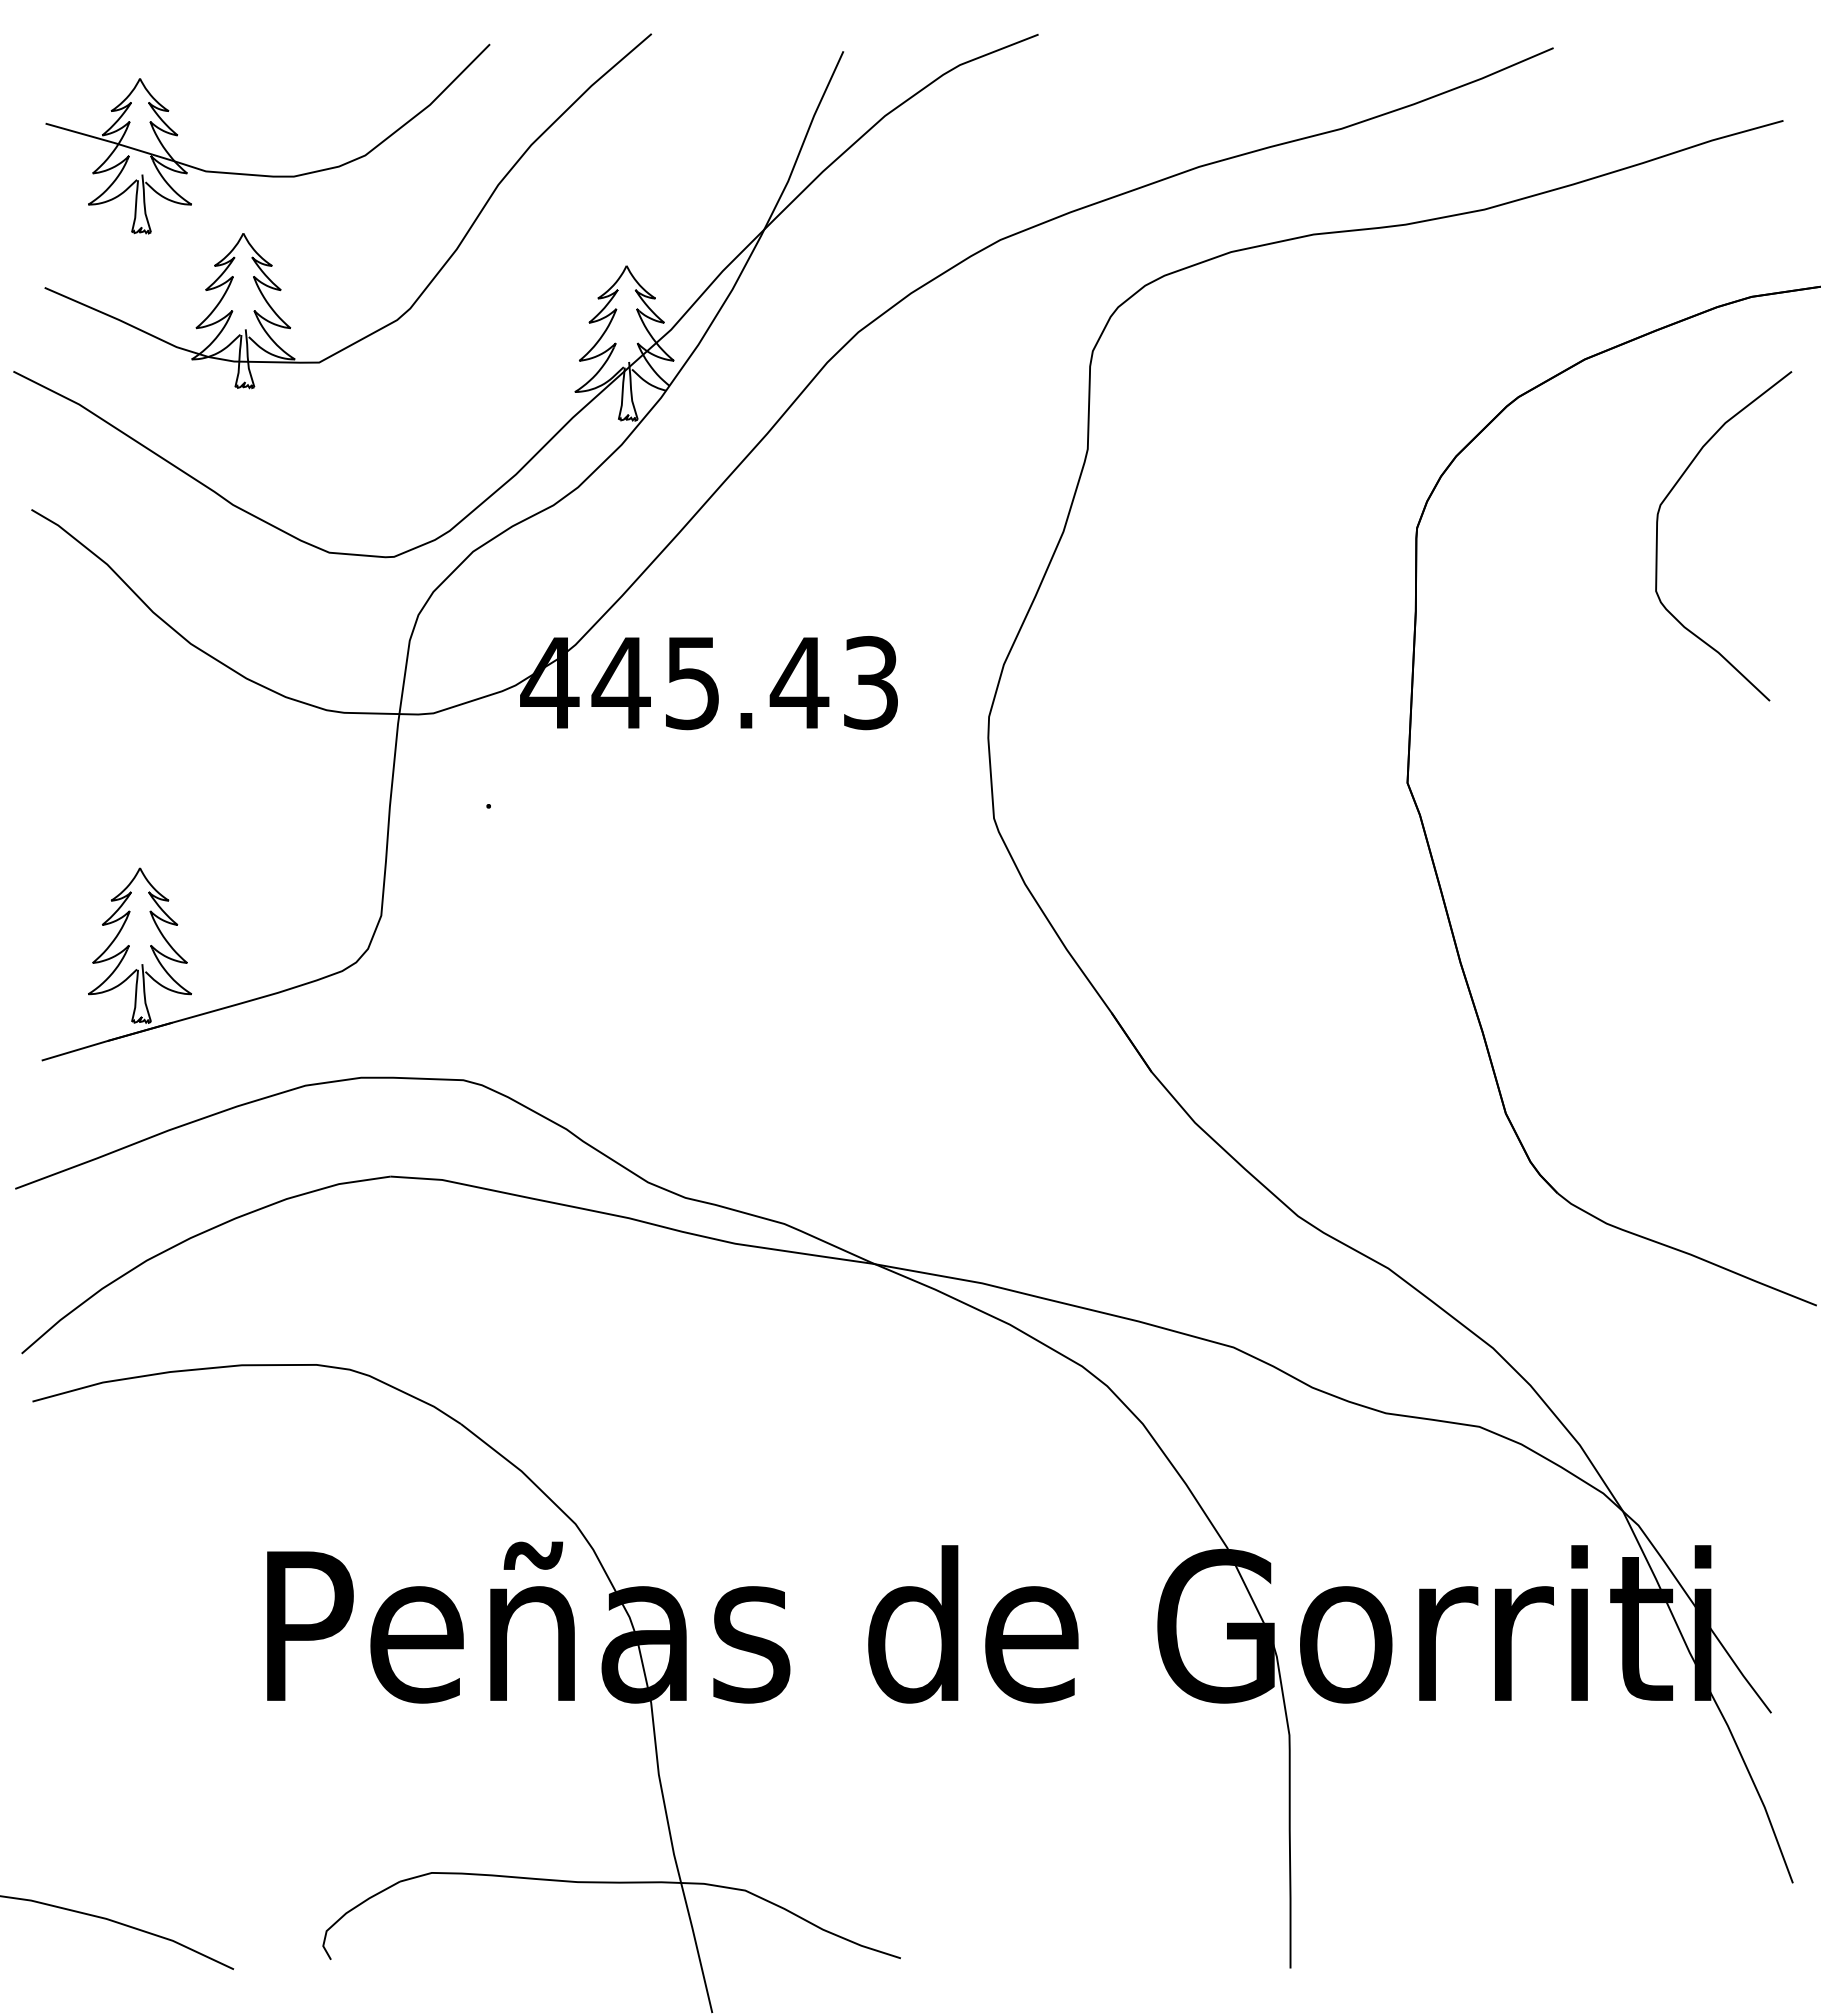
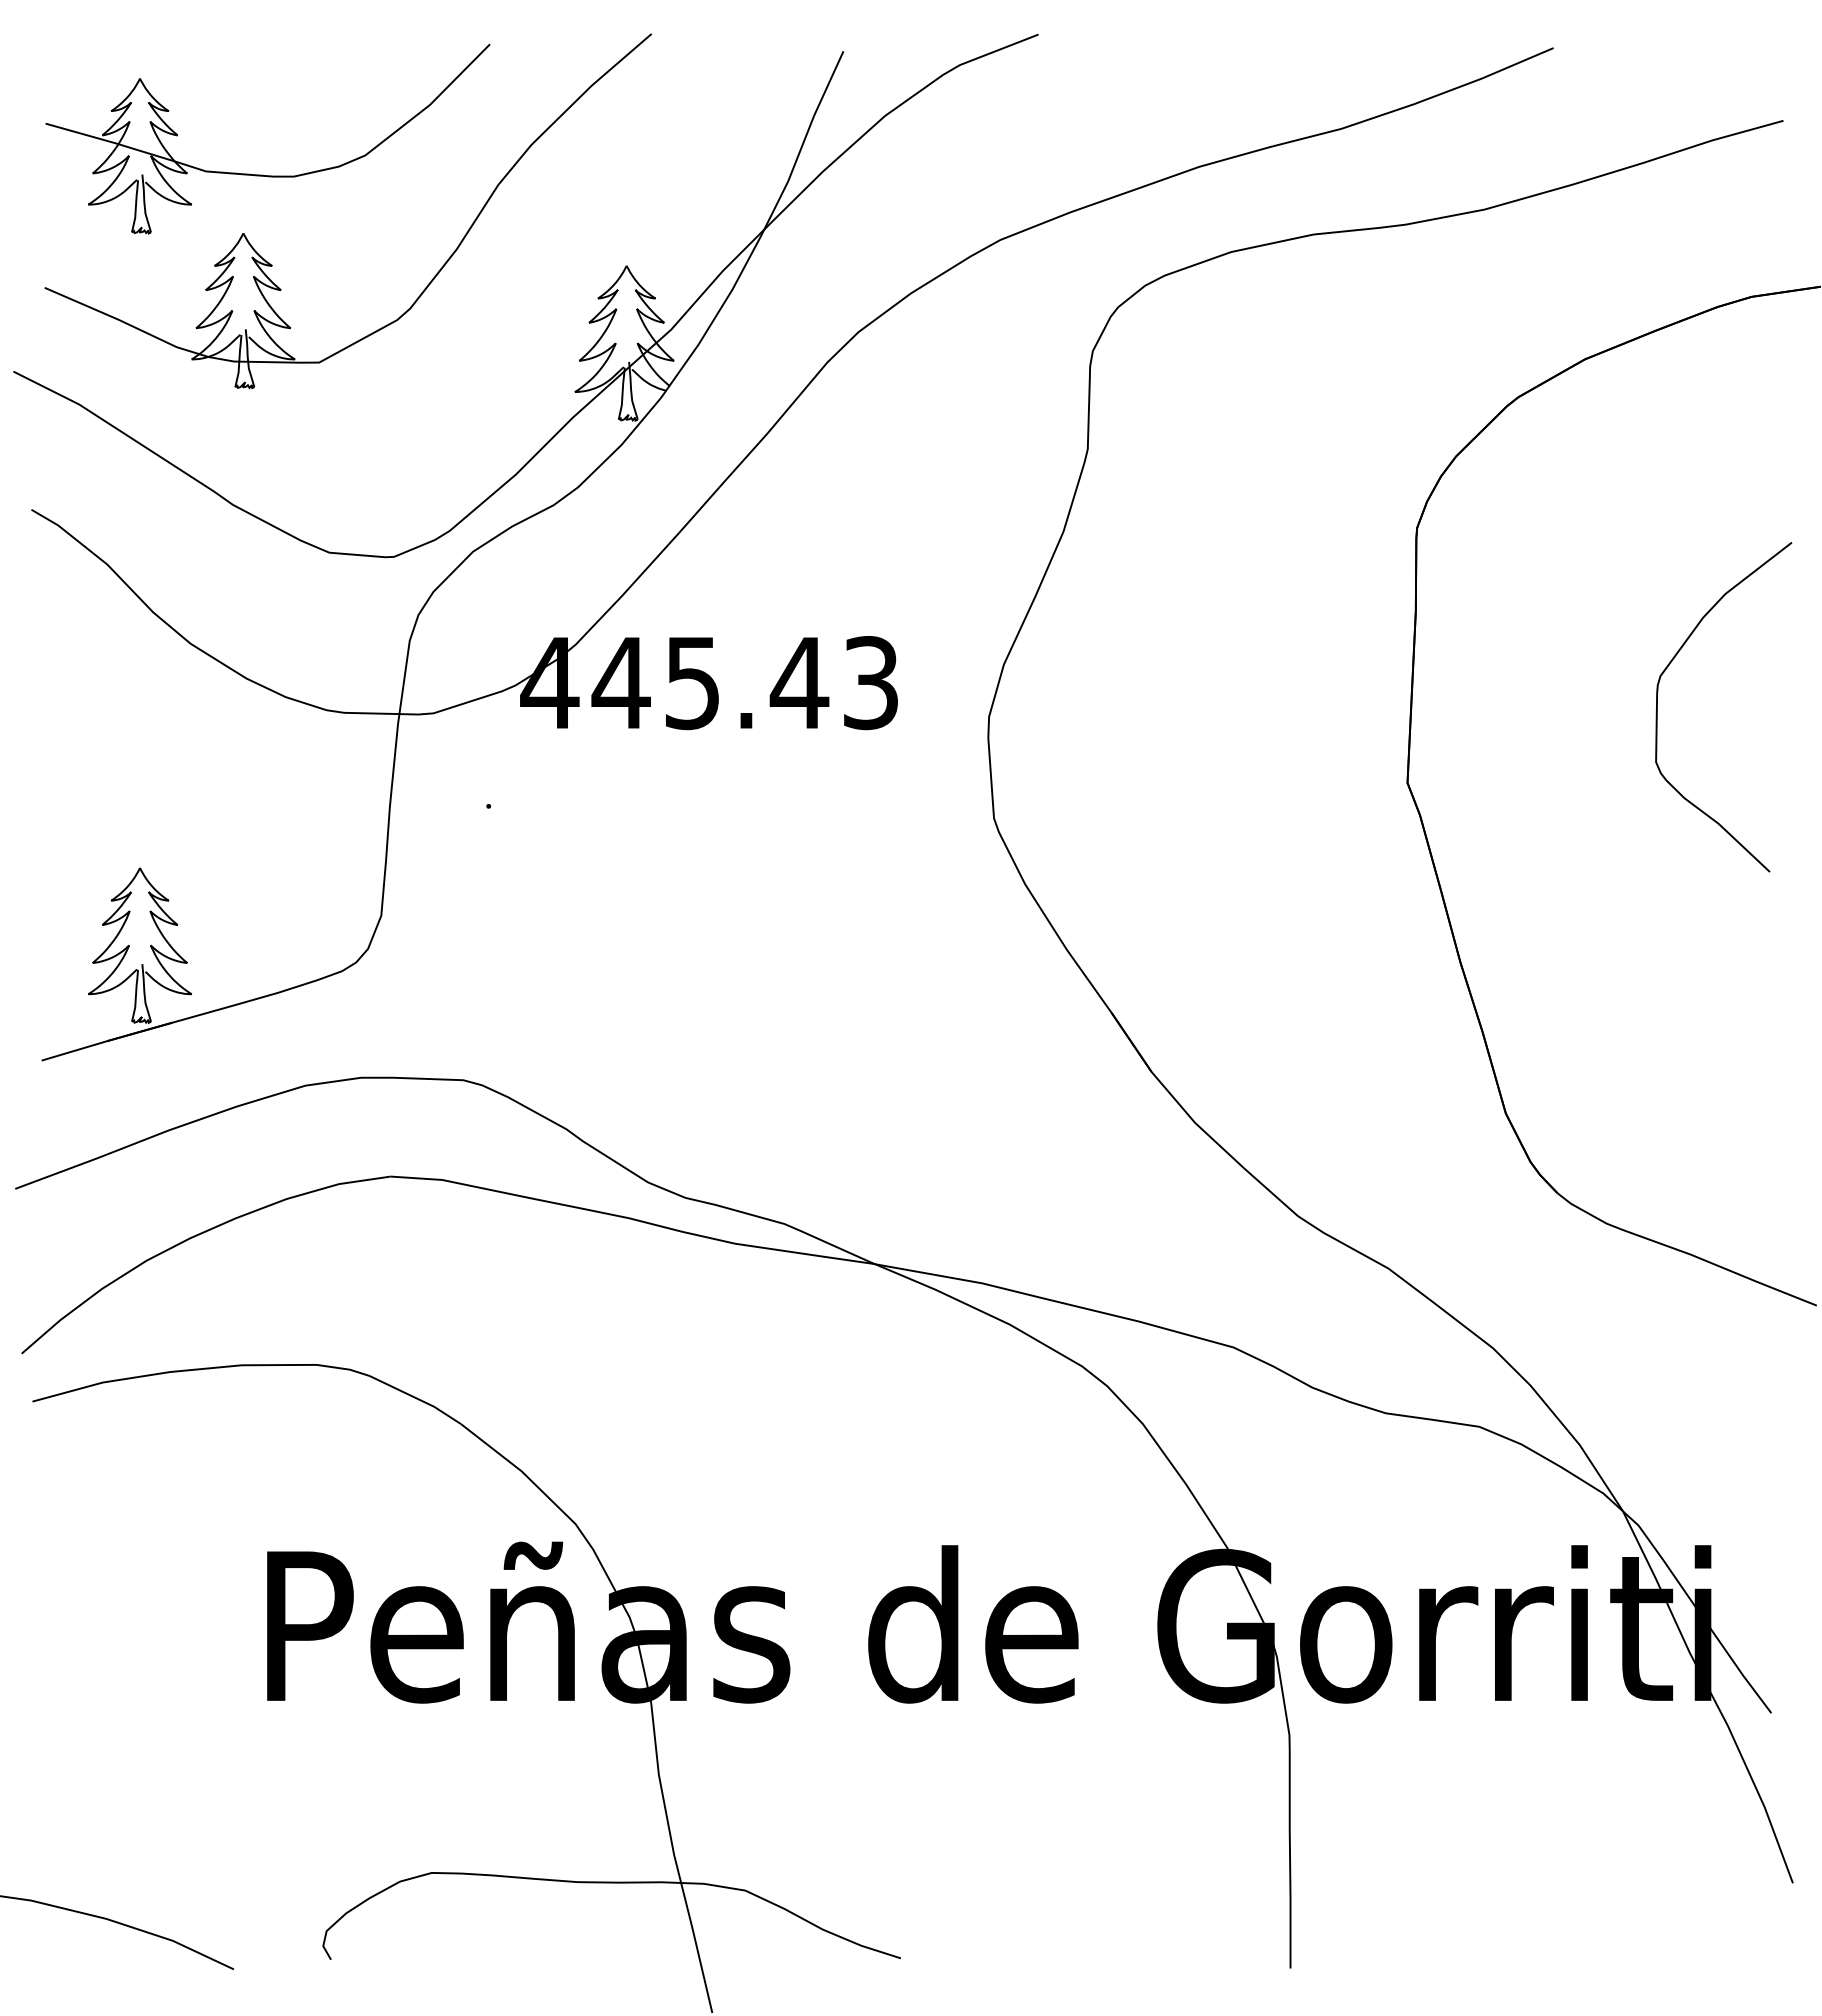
curve at (1657, 536) position: (1657, 536) -> (1657, 707)
